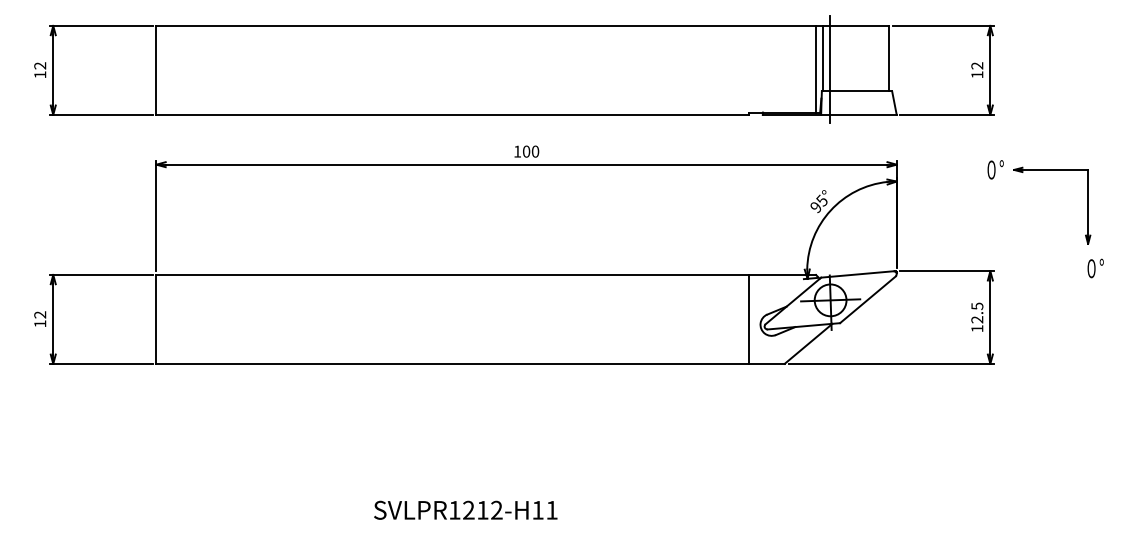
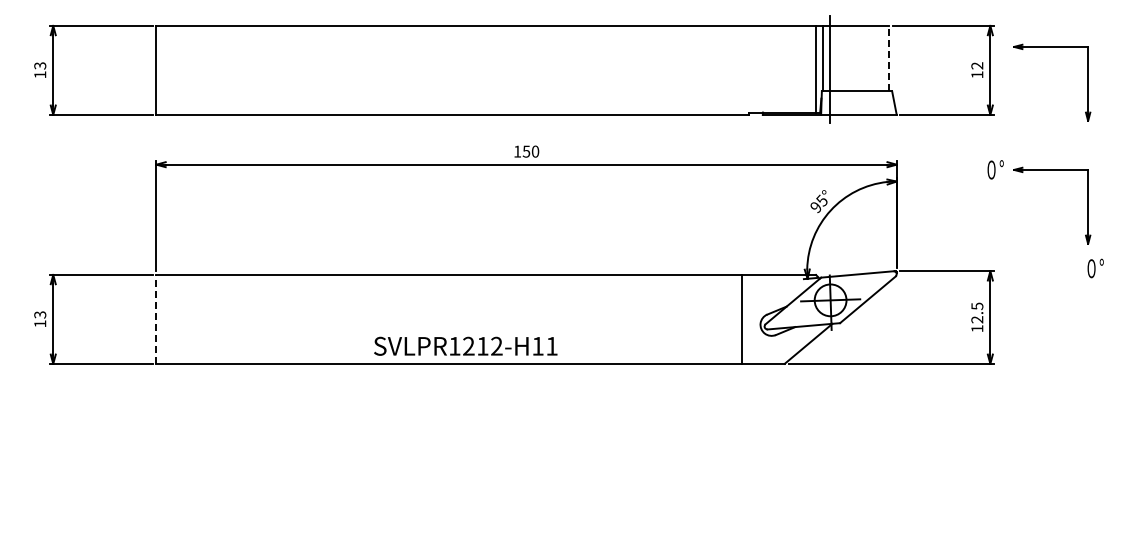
part at (1052, 47): none -> present
line at (889, 58): solid -> dashed
text at (40, 65): 12 -> 13
text at (526, 151): 100 -> 150
text at (40, 314): 12 -> 13
line at (156, 318): solid -> dashed
line at (748, 318) position: (748, 318) -> (741, 318)
text at (465, 509) position: (465, 509) -> (465, 345)
